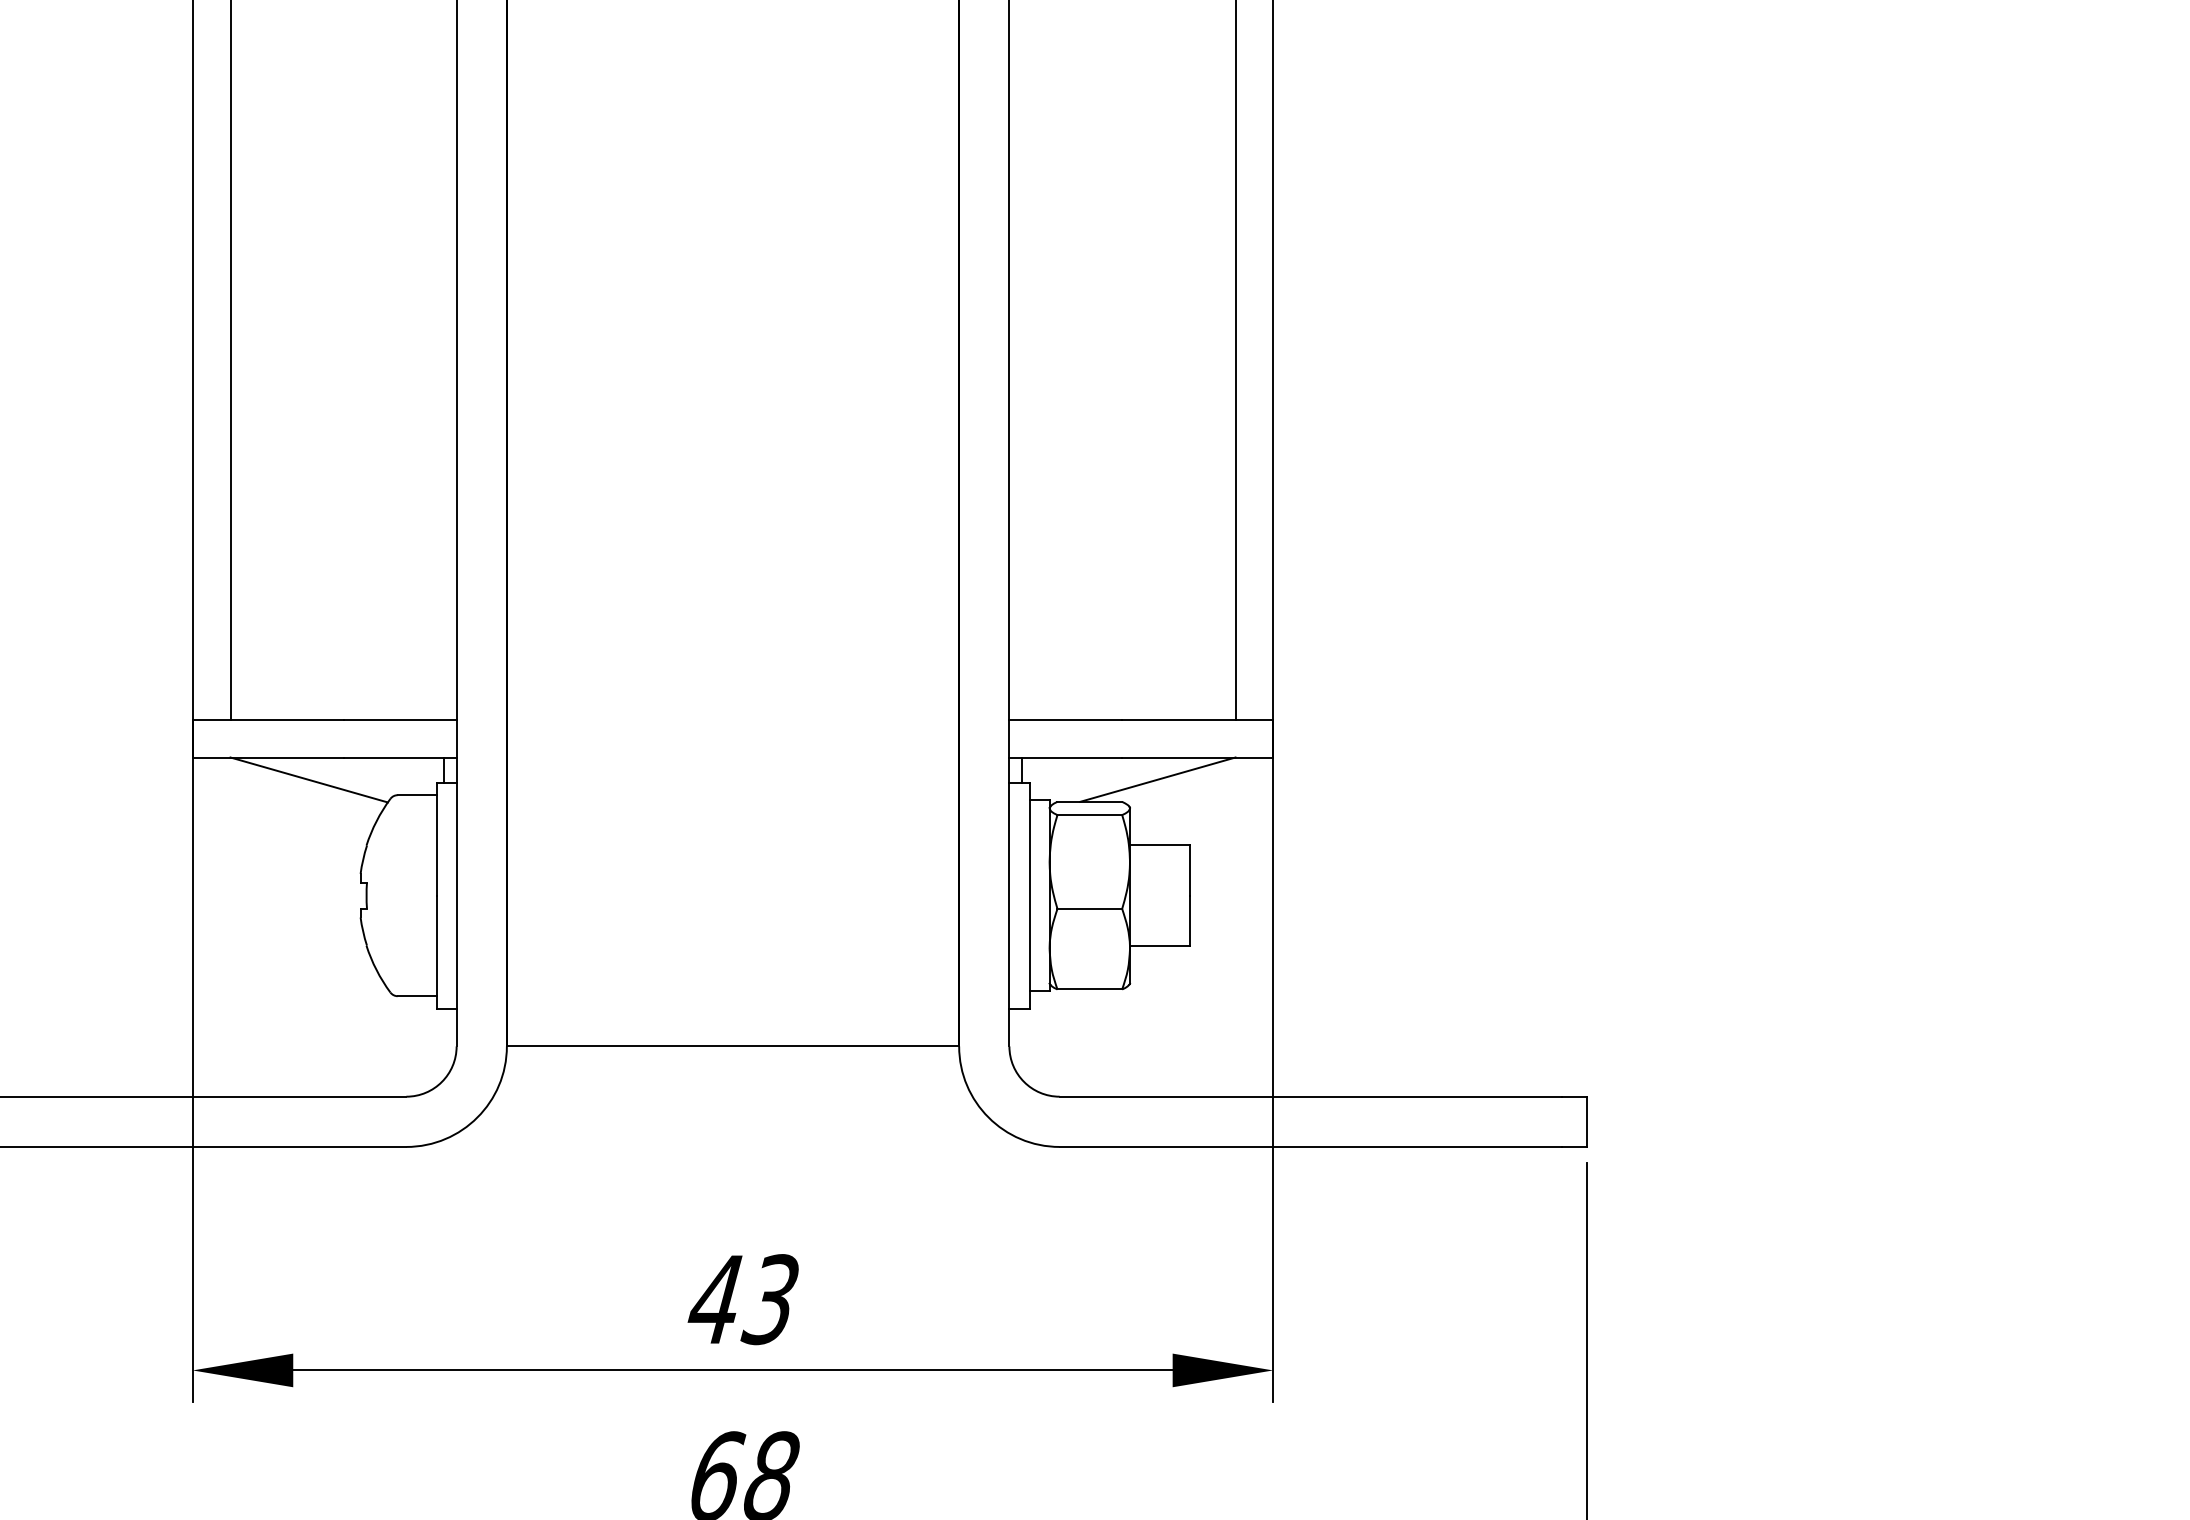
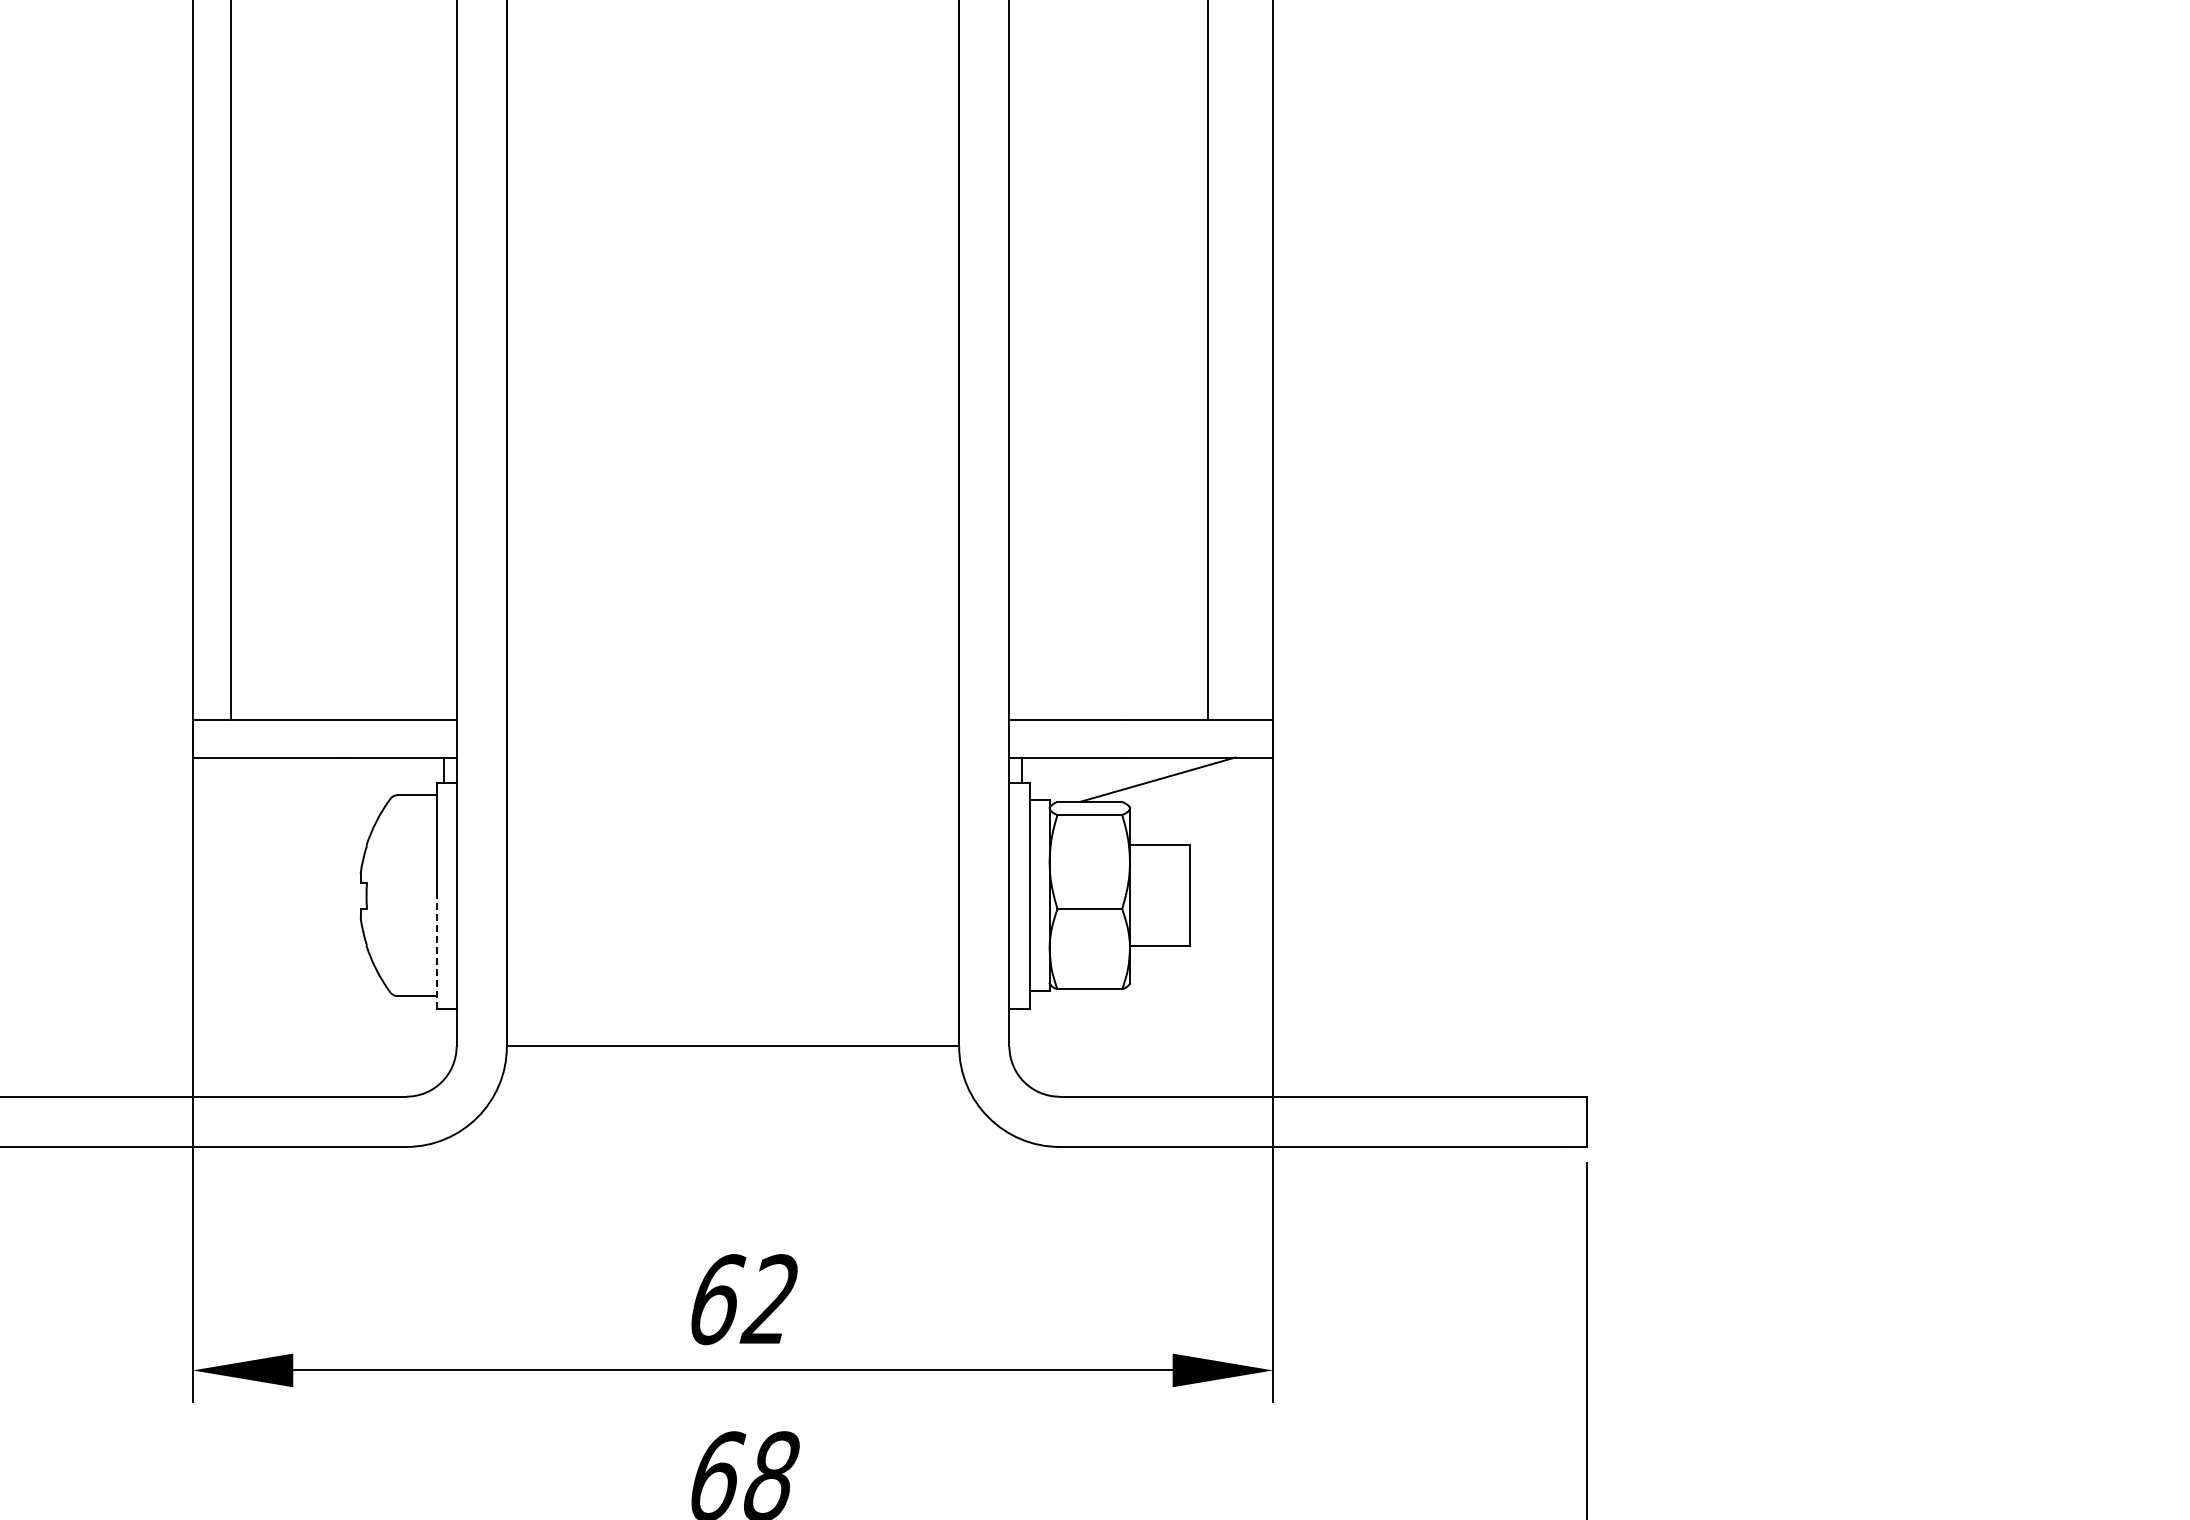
line at (1235, 360) position: (1235, 360) -> (1207, 360)
line at (308, 779): present -> none
line at (436, 952): solid -> dashed
text at (742, 1299): 43 -> 62
